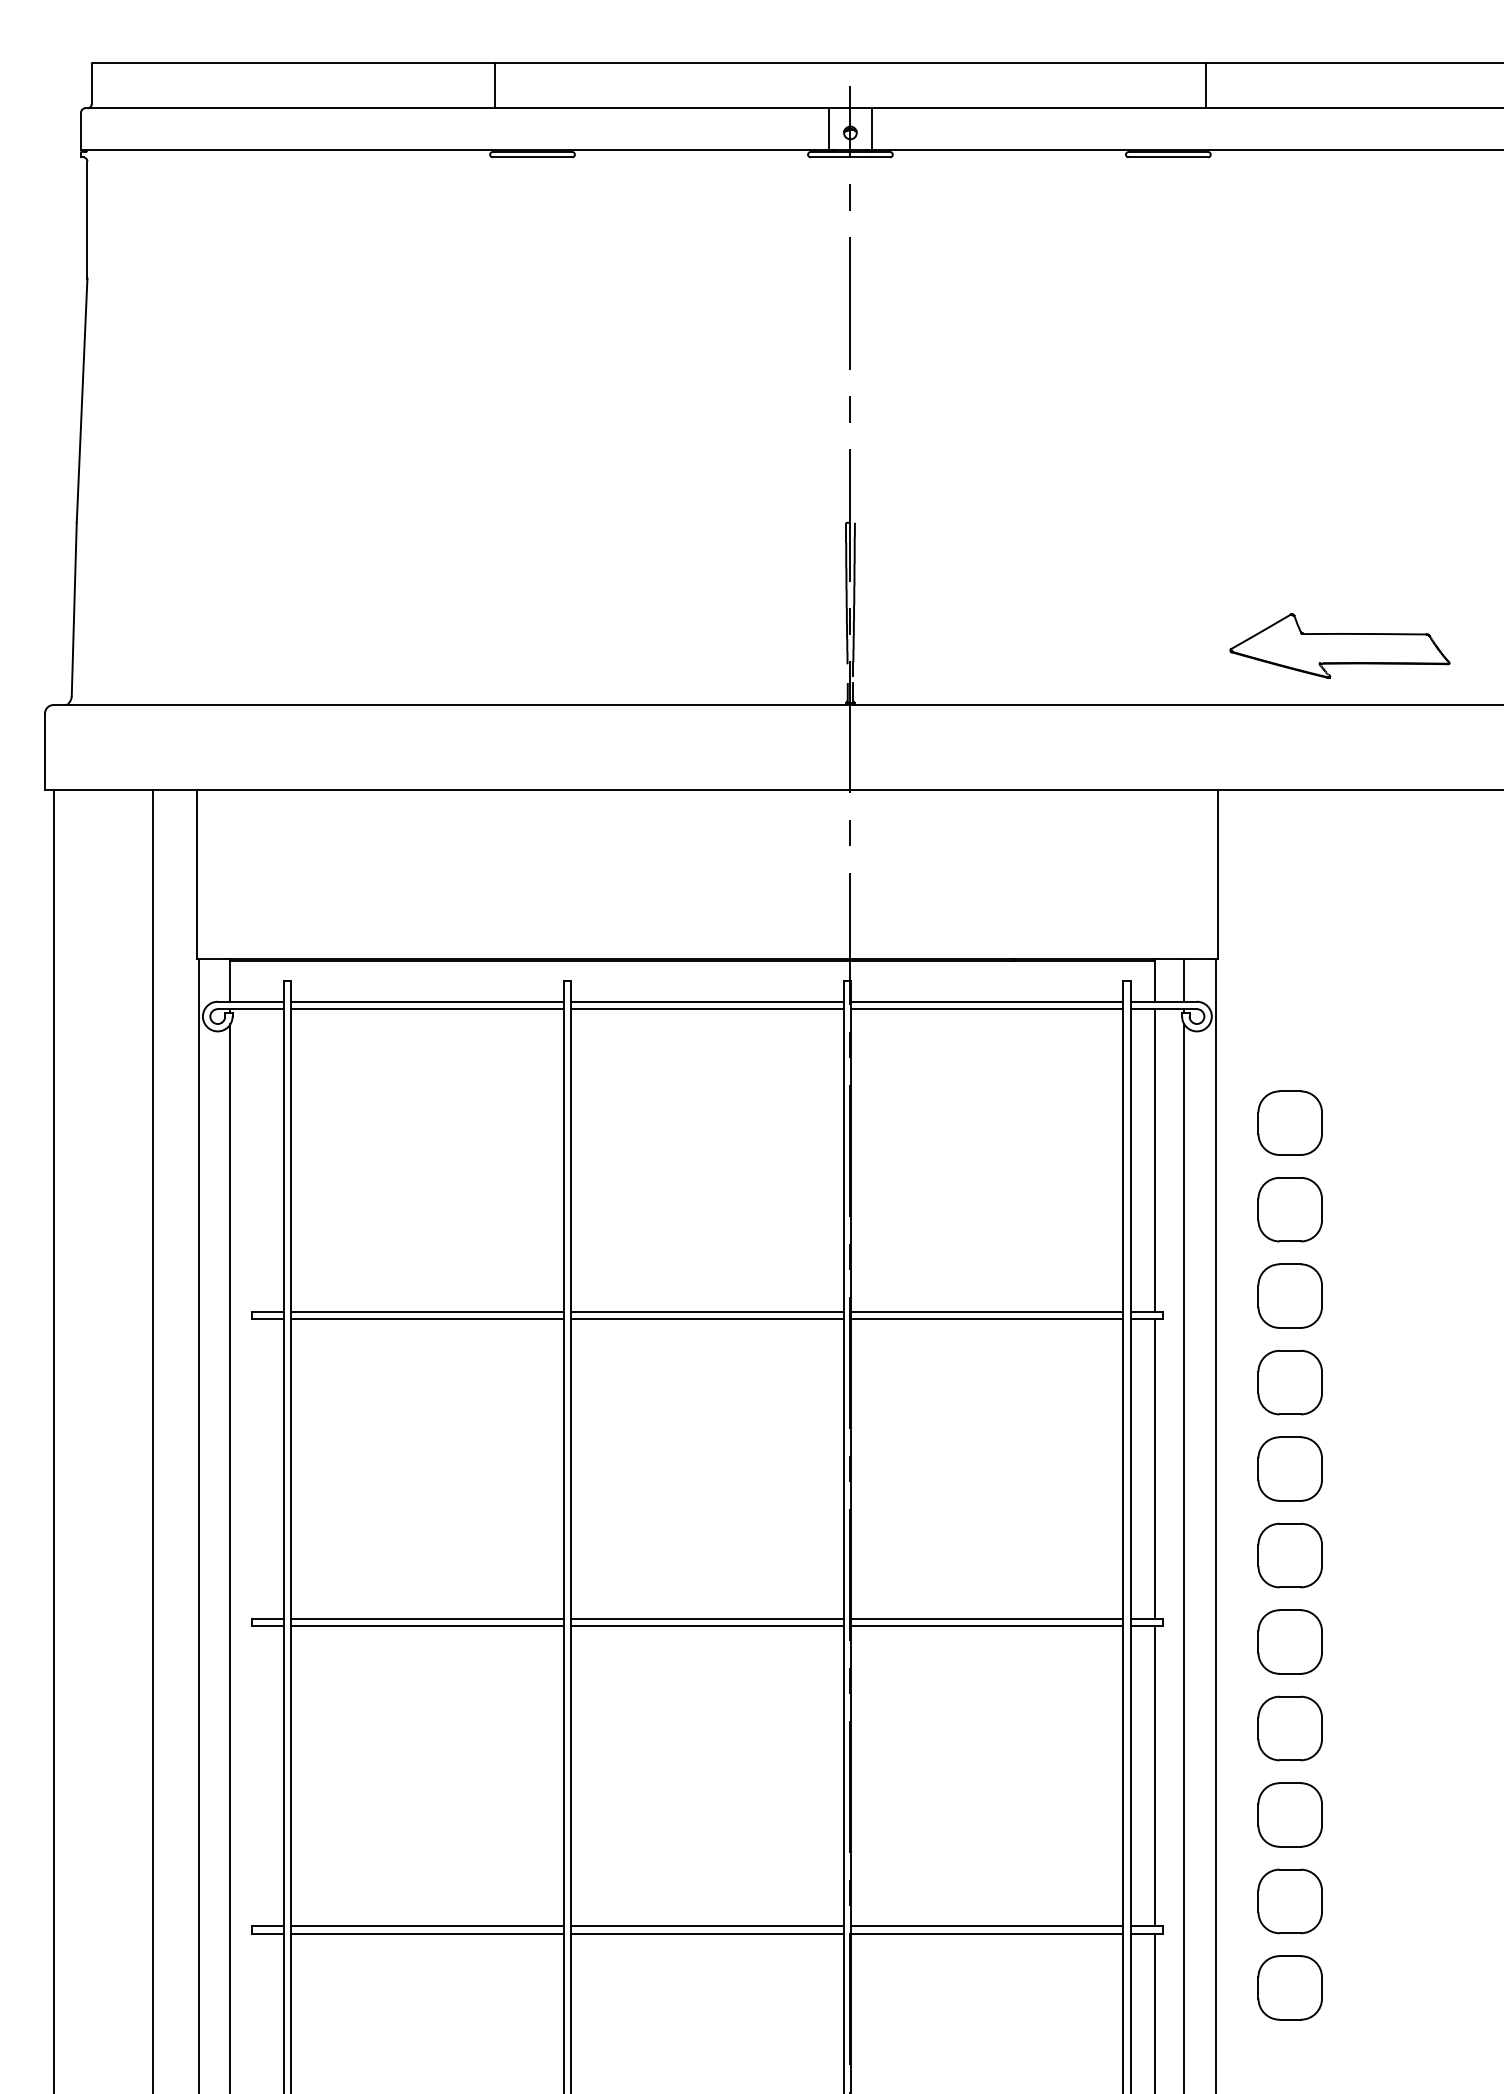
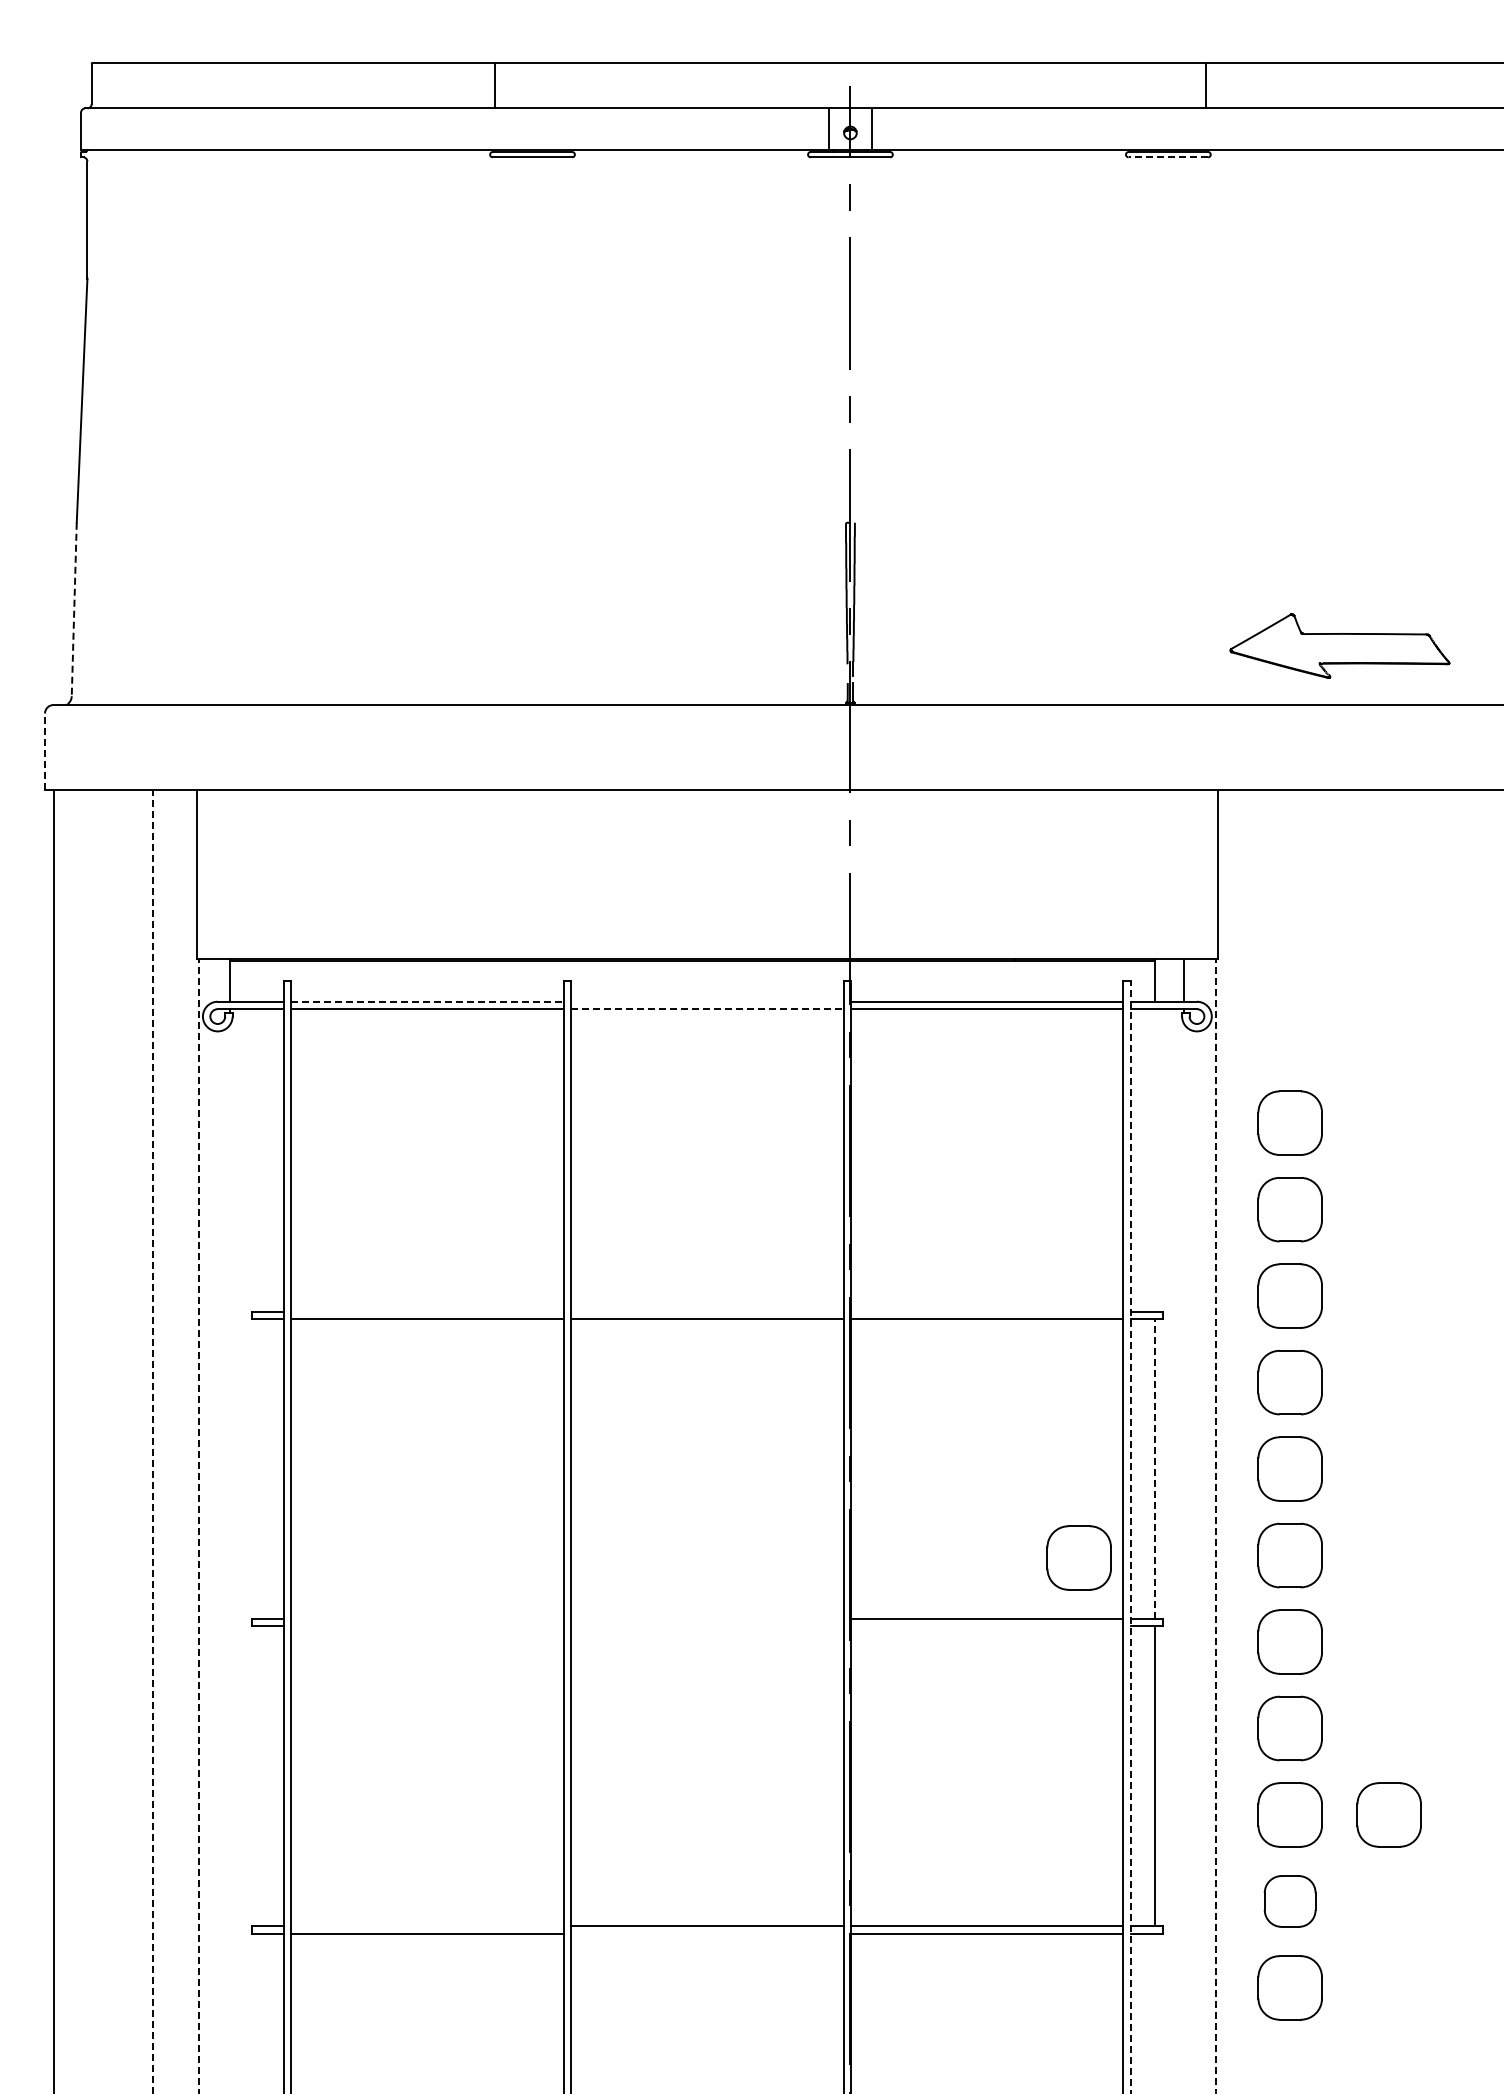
line at (1168, 157): solid -> dashed
line at (74, 609): solid -> dashed
line at (45, 751): solid -> dashed
line at (428, 1001): solid -> dashed
line at (707, 1001): present -> none
line at (707, 1009): solid -> dashed
line at (1154, 1160): present -> none
line at (427, 1311): present -> none
line at (707, 1311): present -> none
line at (986, 1311): present -> none
line at (153, 1441): solid -> dashed
line at (1154, 1469): solid -> dashed
line at (199, 1526): solid -> dashed
line at (1216, 1526): solid -> dashed
line at (1130, 1536): solid -> dashed
line at (230, 1557): present -> none
part at (1078, 1557): none -> present
line at (1184, 1557): present -> none
line at (427, 1619): present -> none
line at (707, 1619): present -> none
line at (427, 1626): present -> none
line at (707, 1626): present -> none
line at (986, 1626): present -> none
part at (1388, 1814): none -> present
part at (1289, 1901) size: 66x67 px -> 54x53 px
line at (427, 1926): present -> none
line at (707, 1933): present -> none
line at (1154, 2011): present -> none
